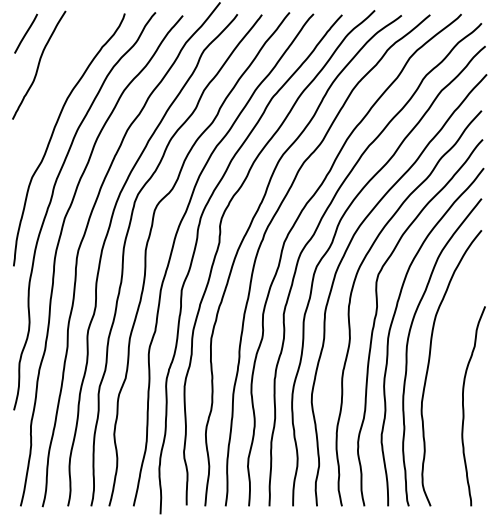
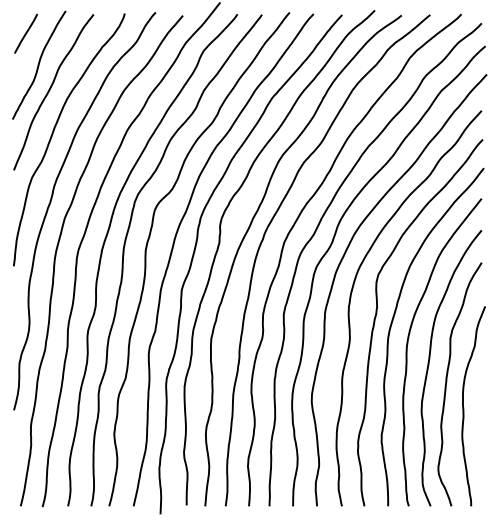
curve at (50, 90): none -> present
curve at (447, 382): none -> present
